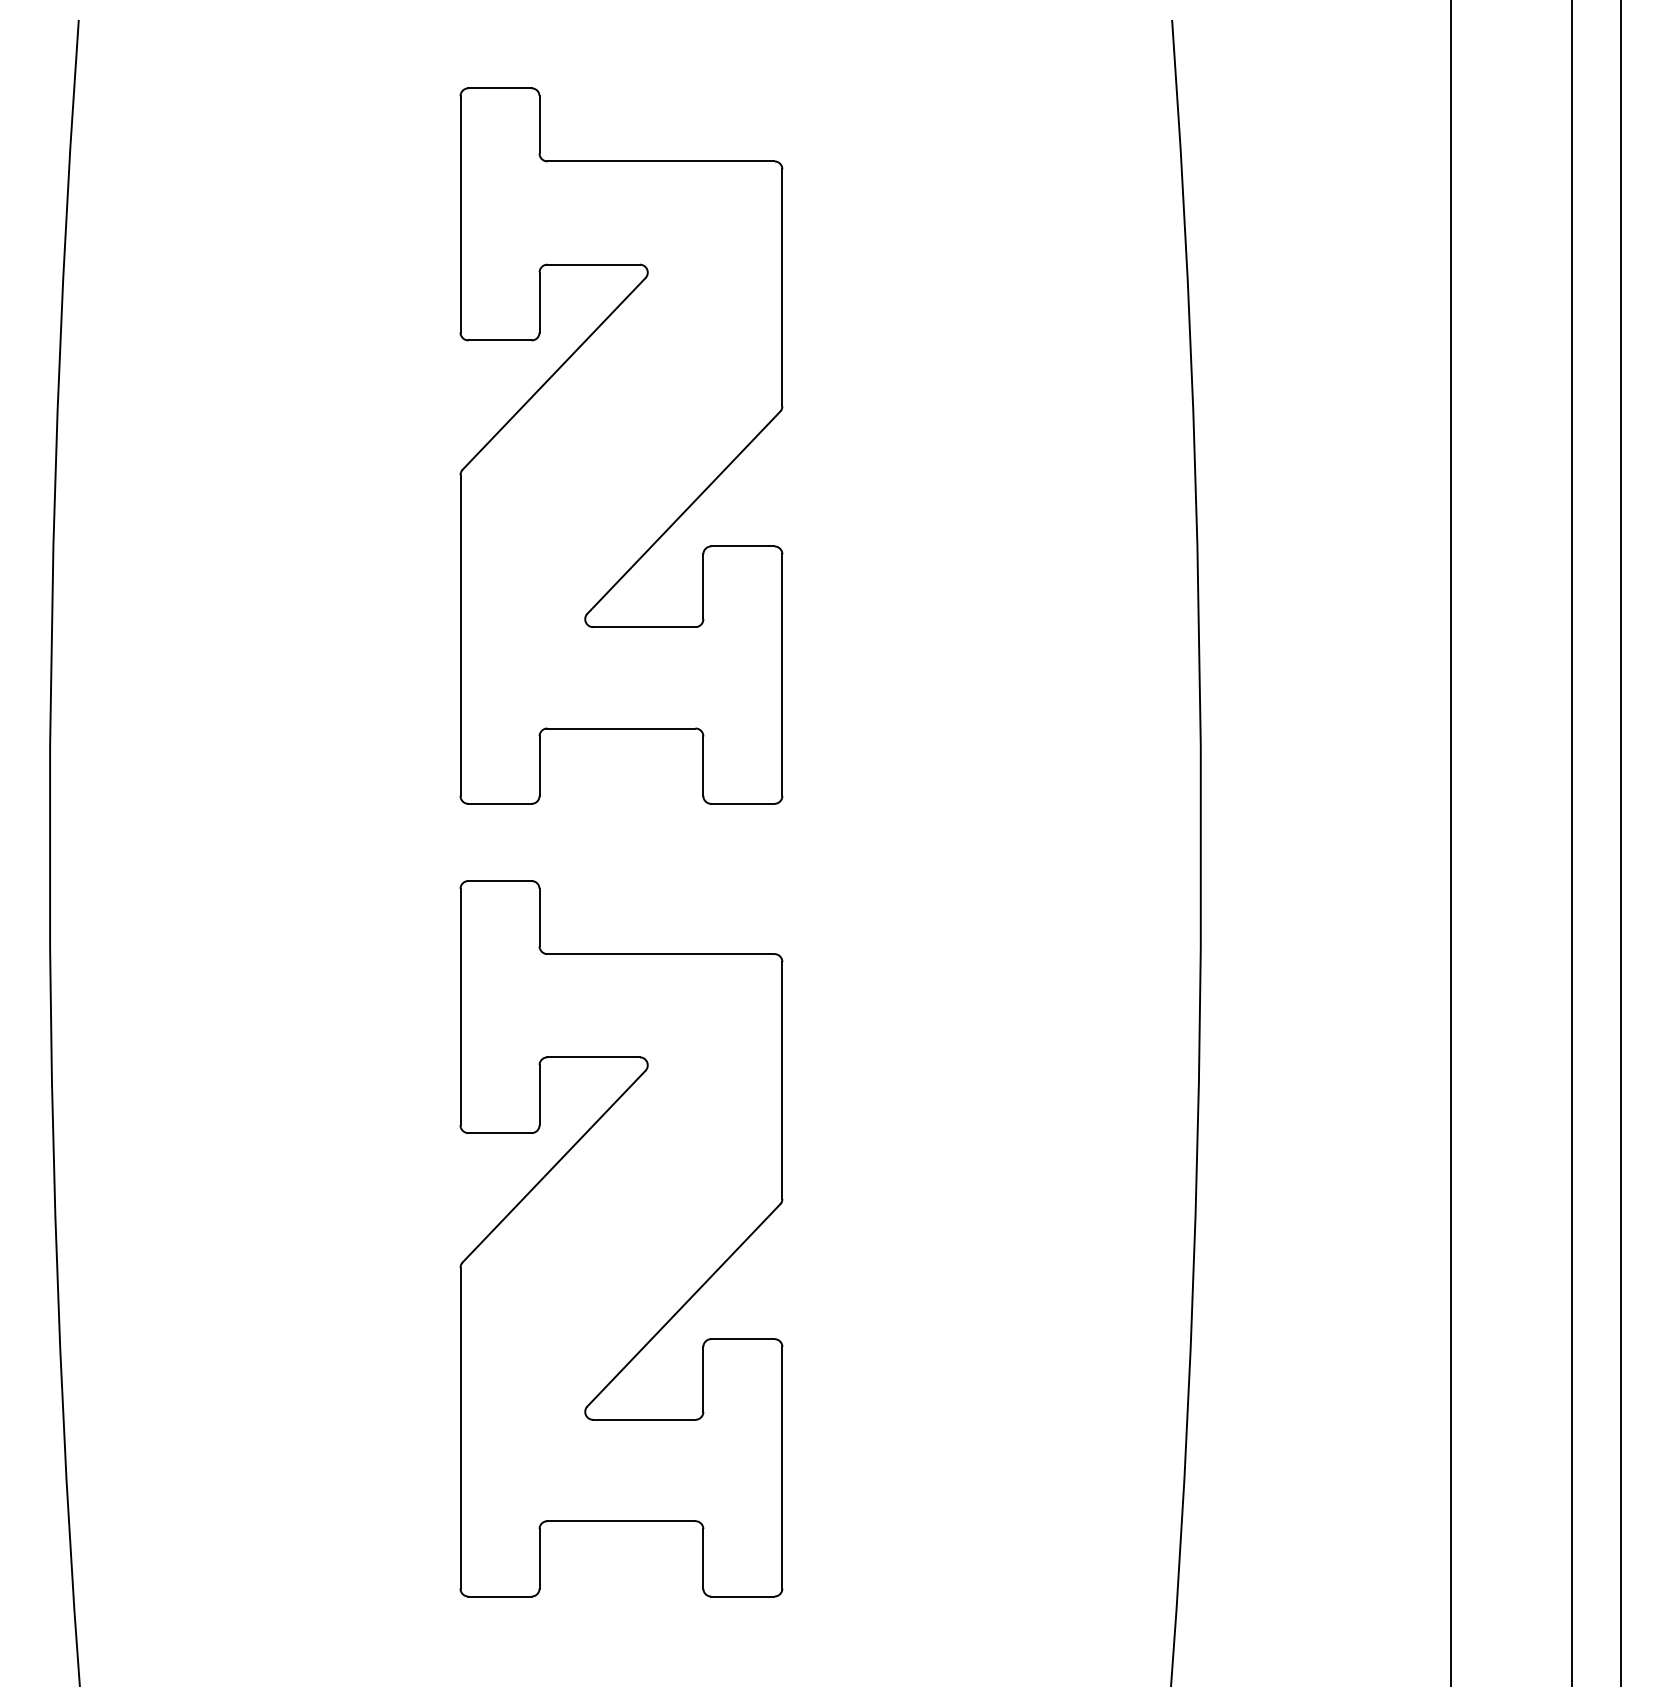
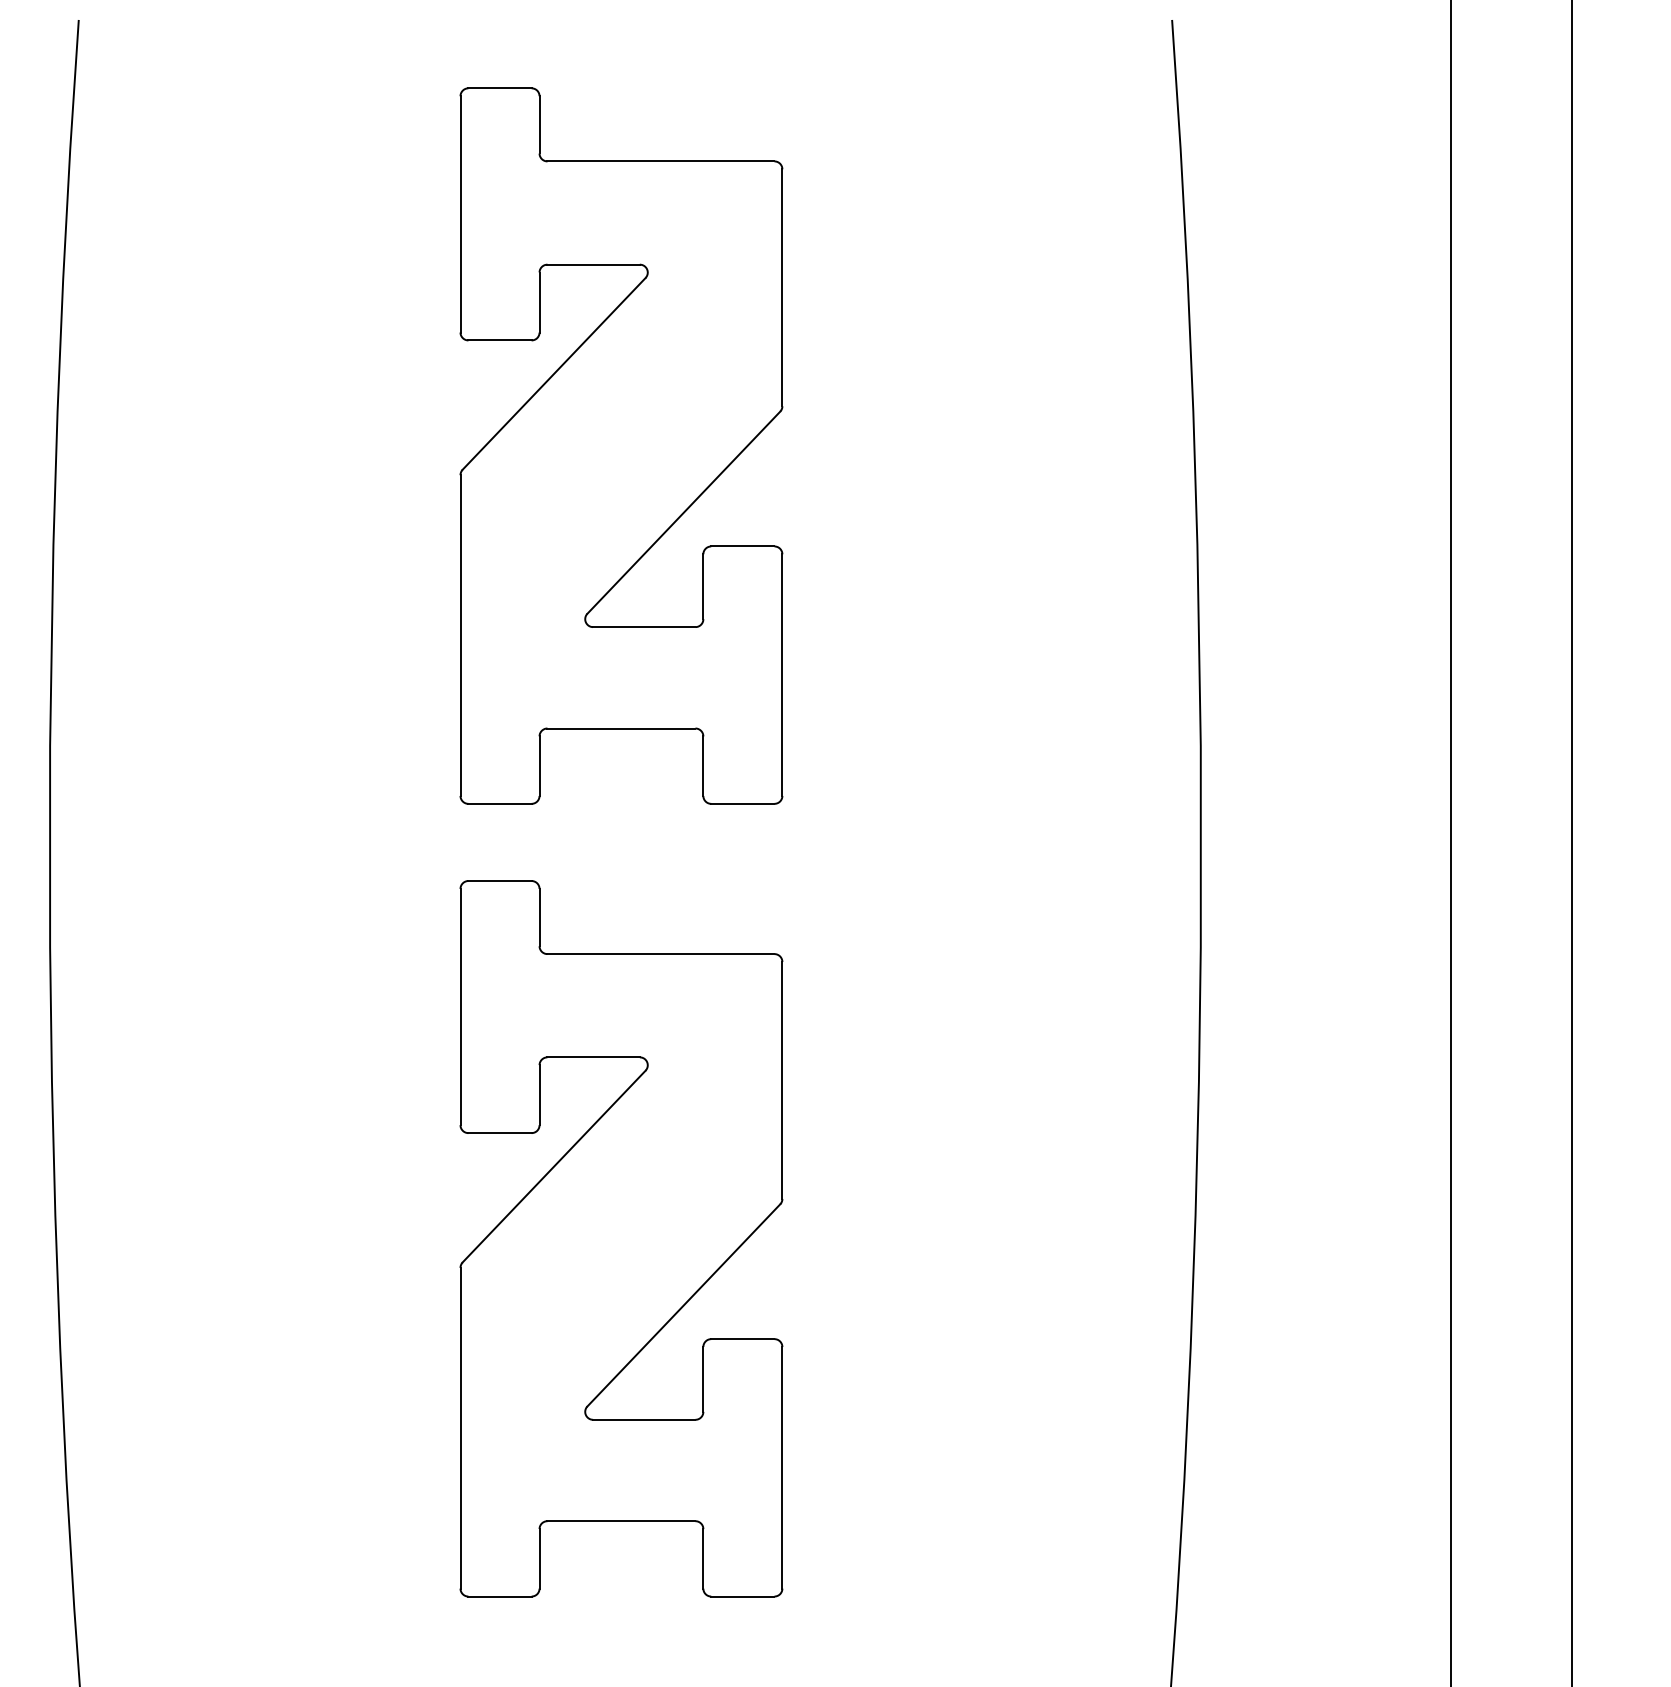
line at (1620, 842): present -> none
